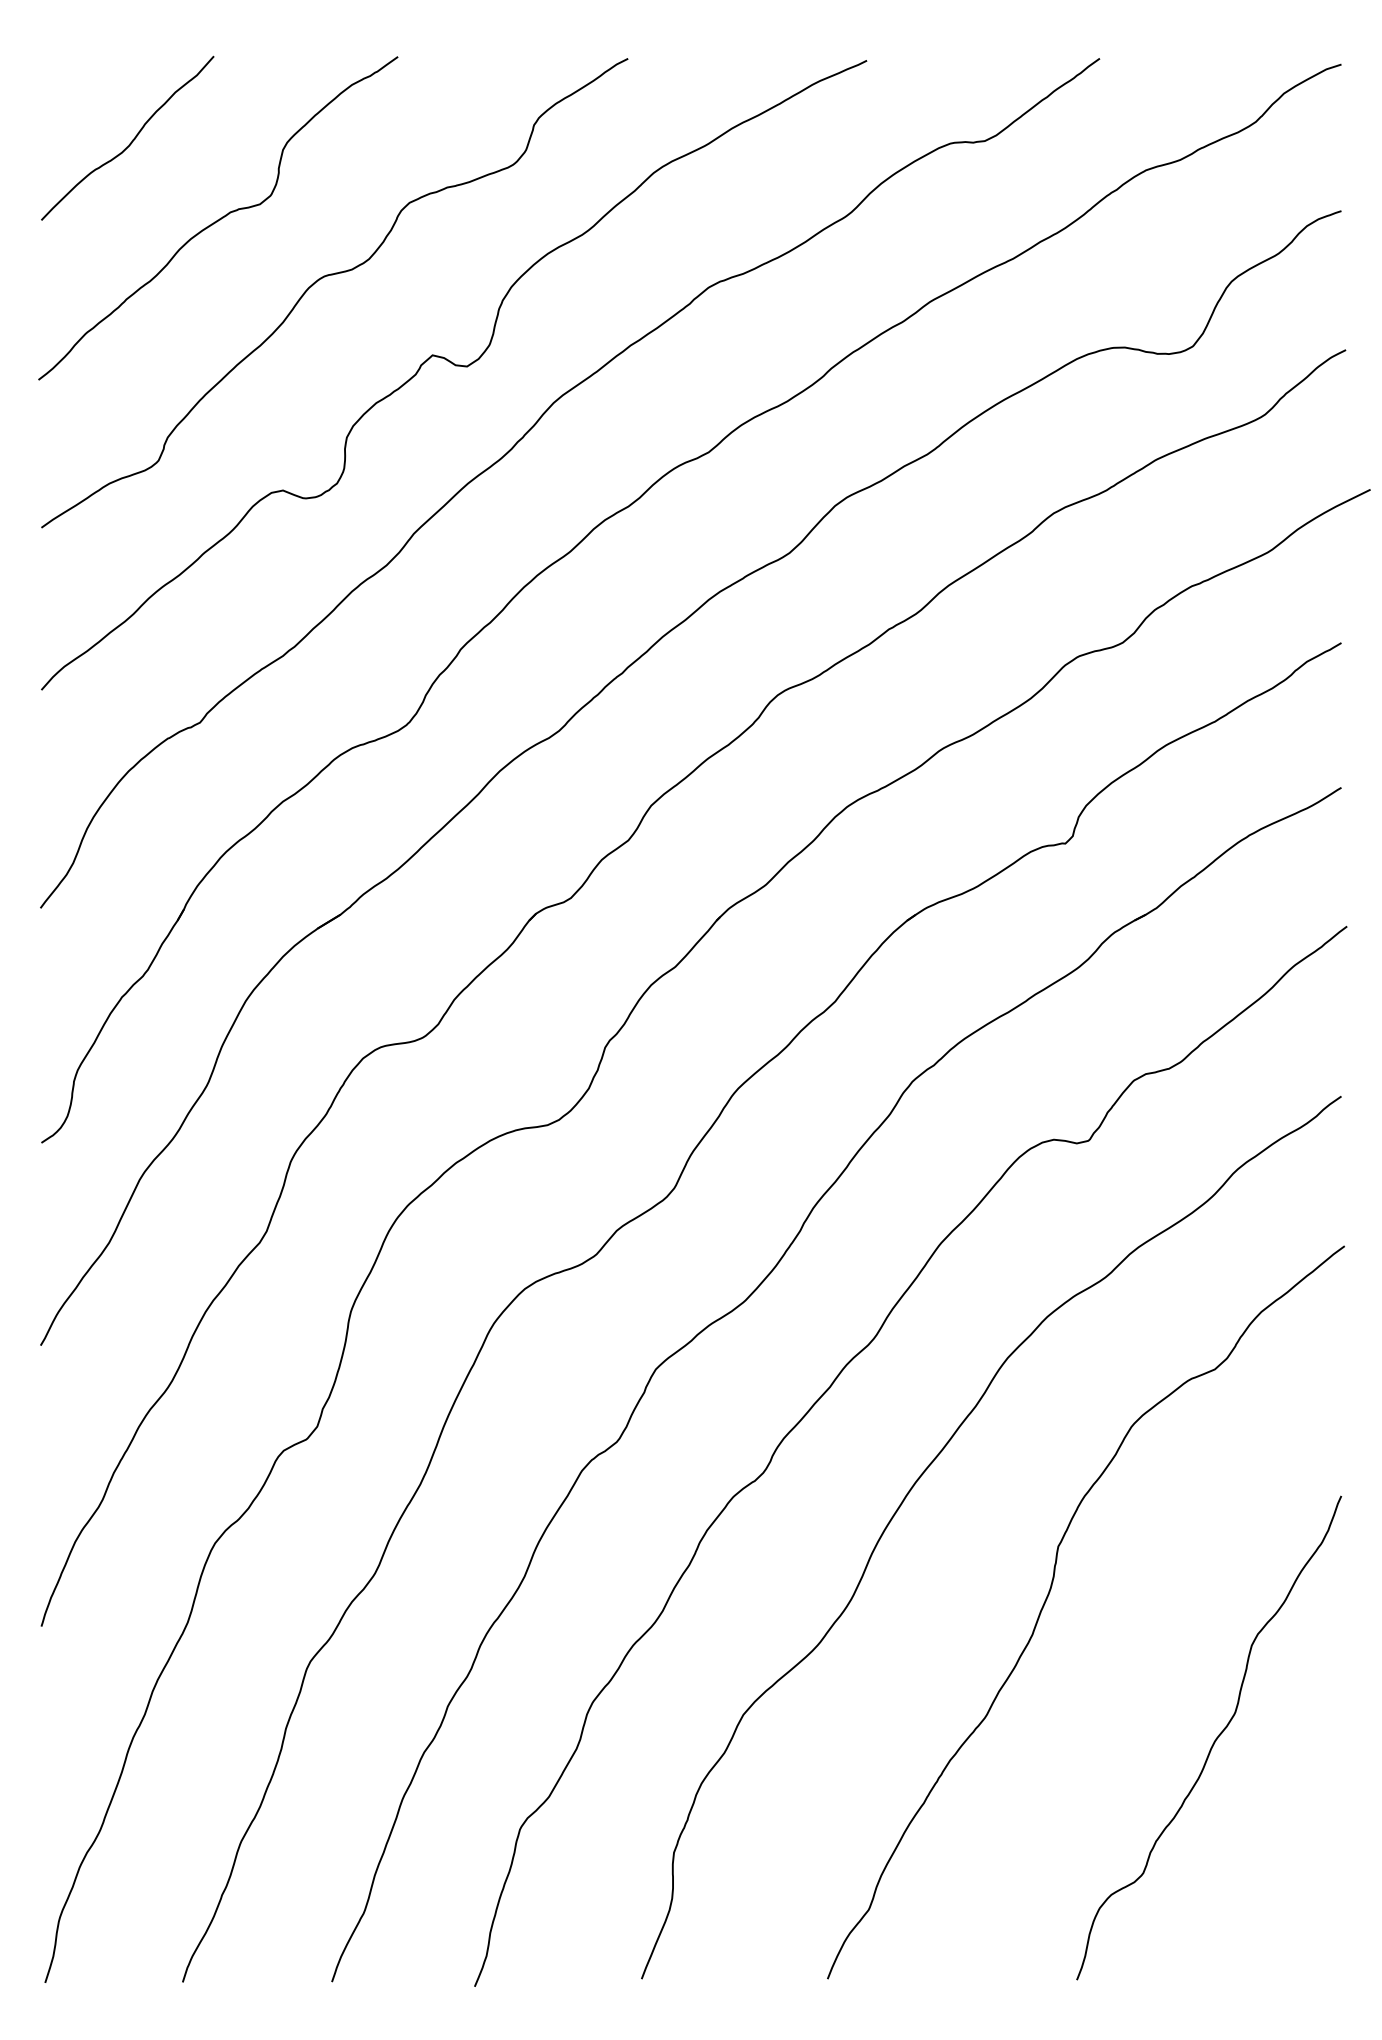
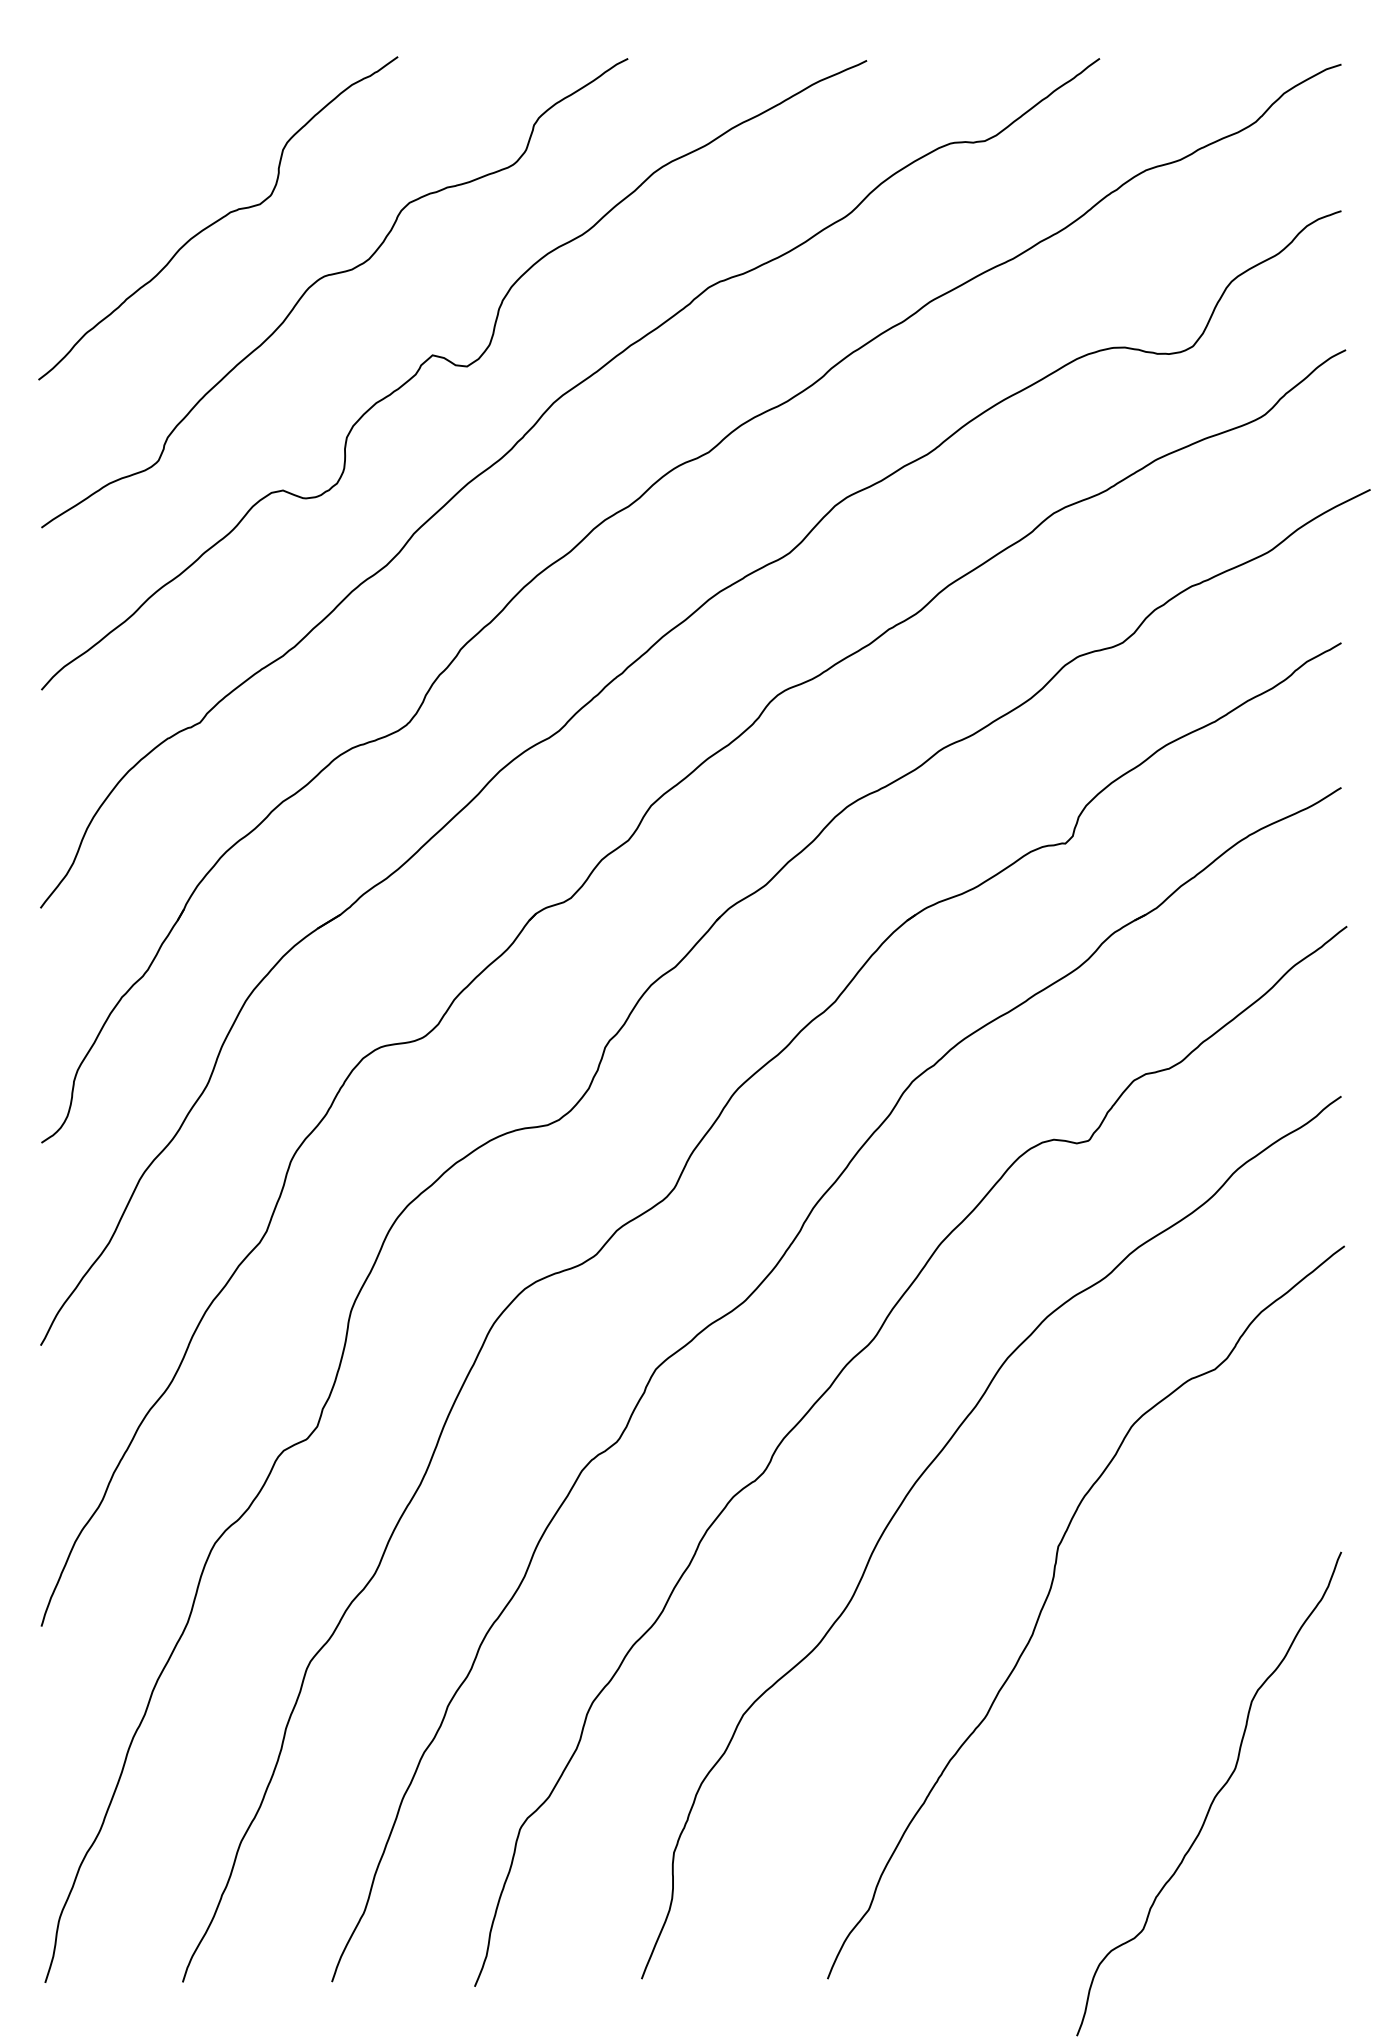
curve at (132, 139): present -> none
curve at (1213, 1741) position: (1213, 1741) -> (1213, 1797)
